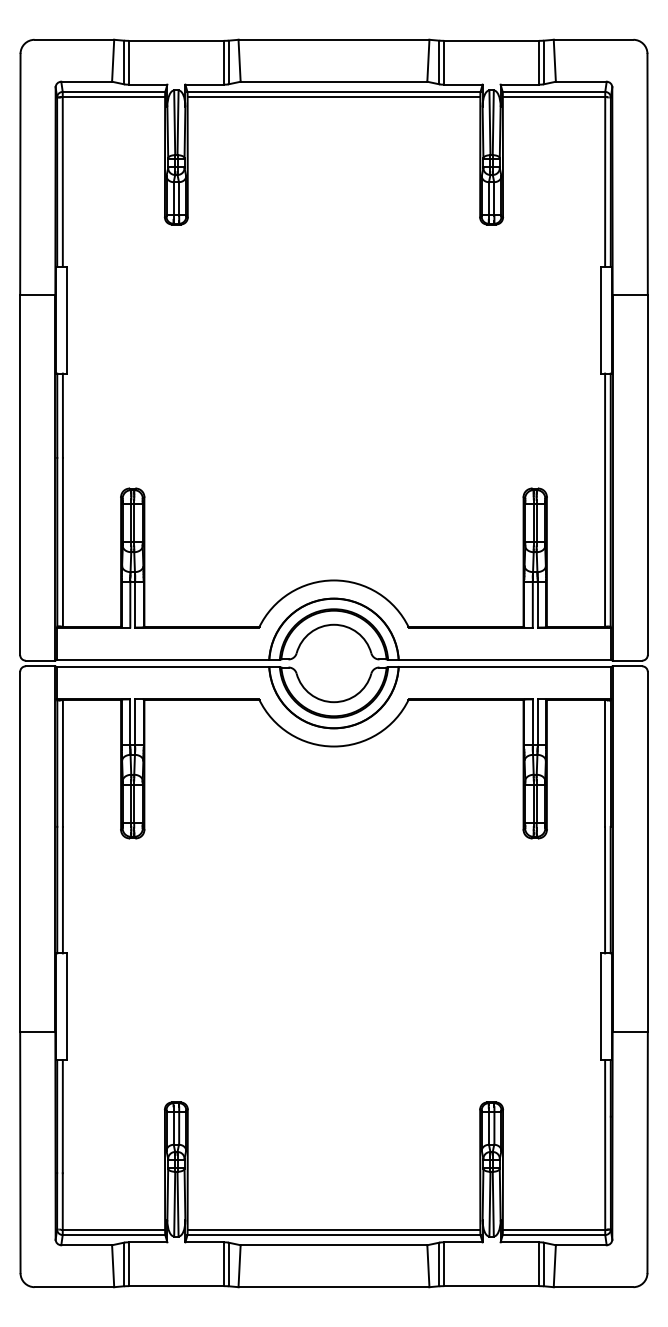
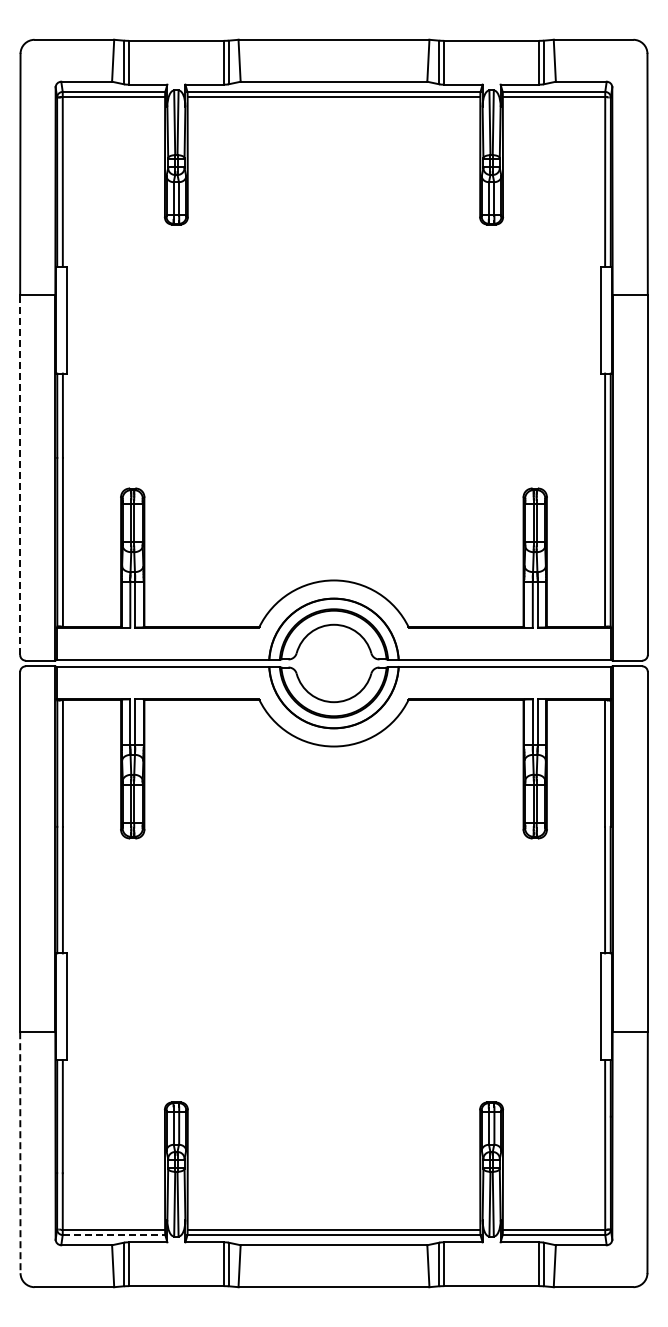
line at (20, 474): solid -> dashed
line at (20, 1153): solid -> dashed
line at (114, 1235): solid -> dashed
